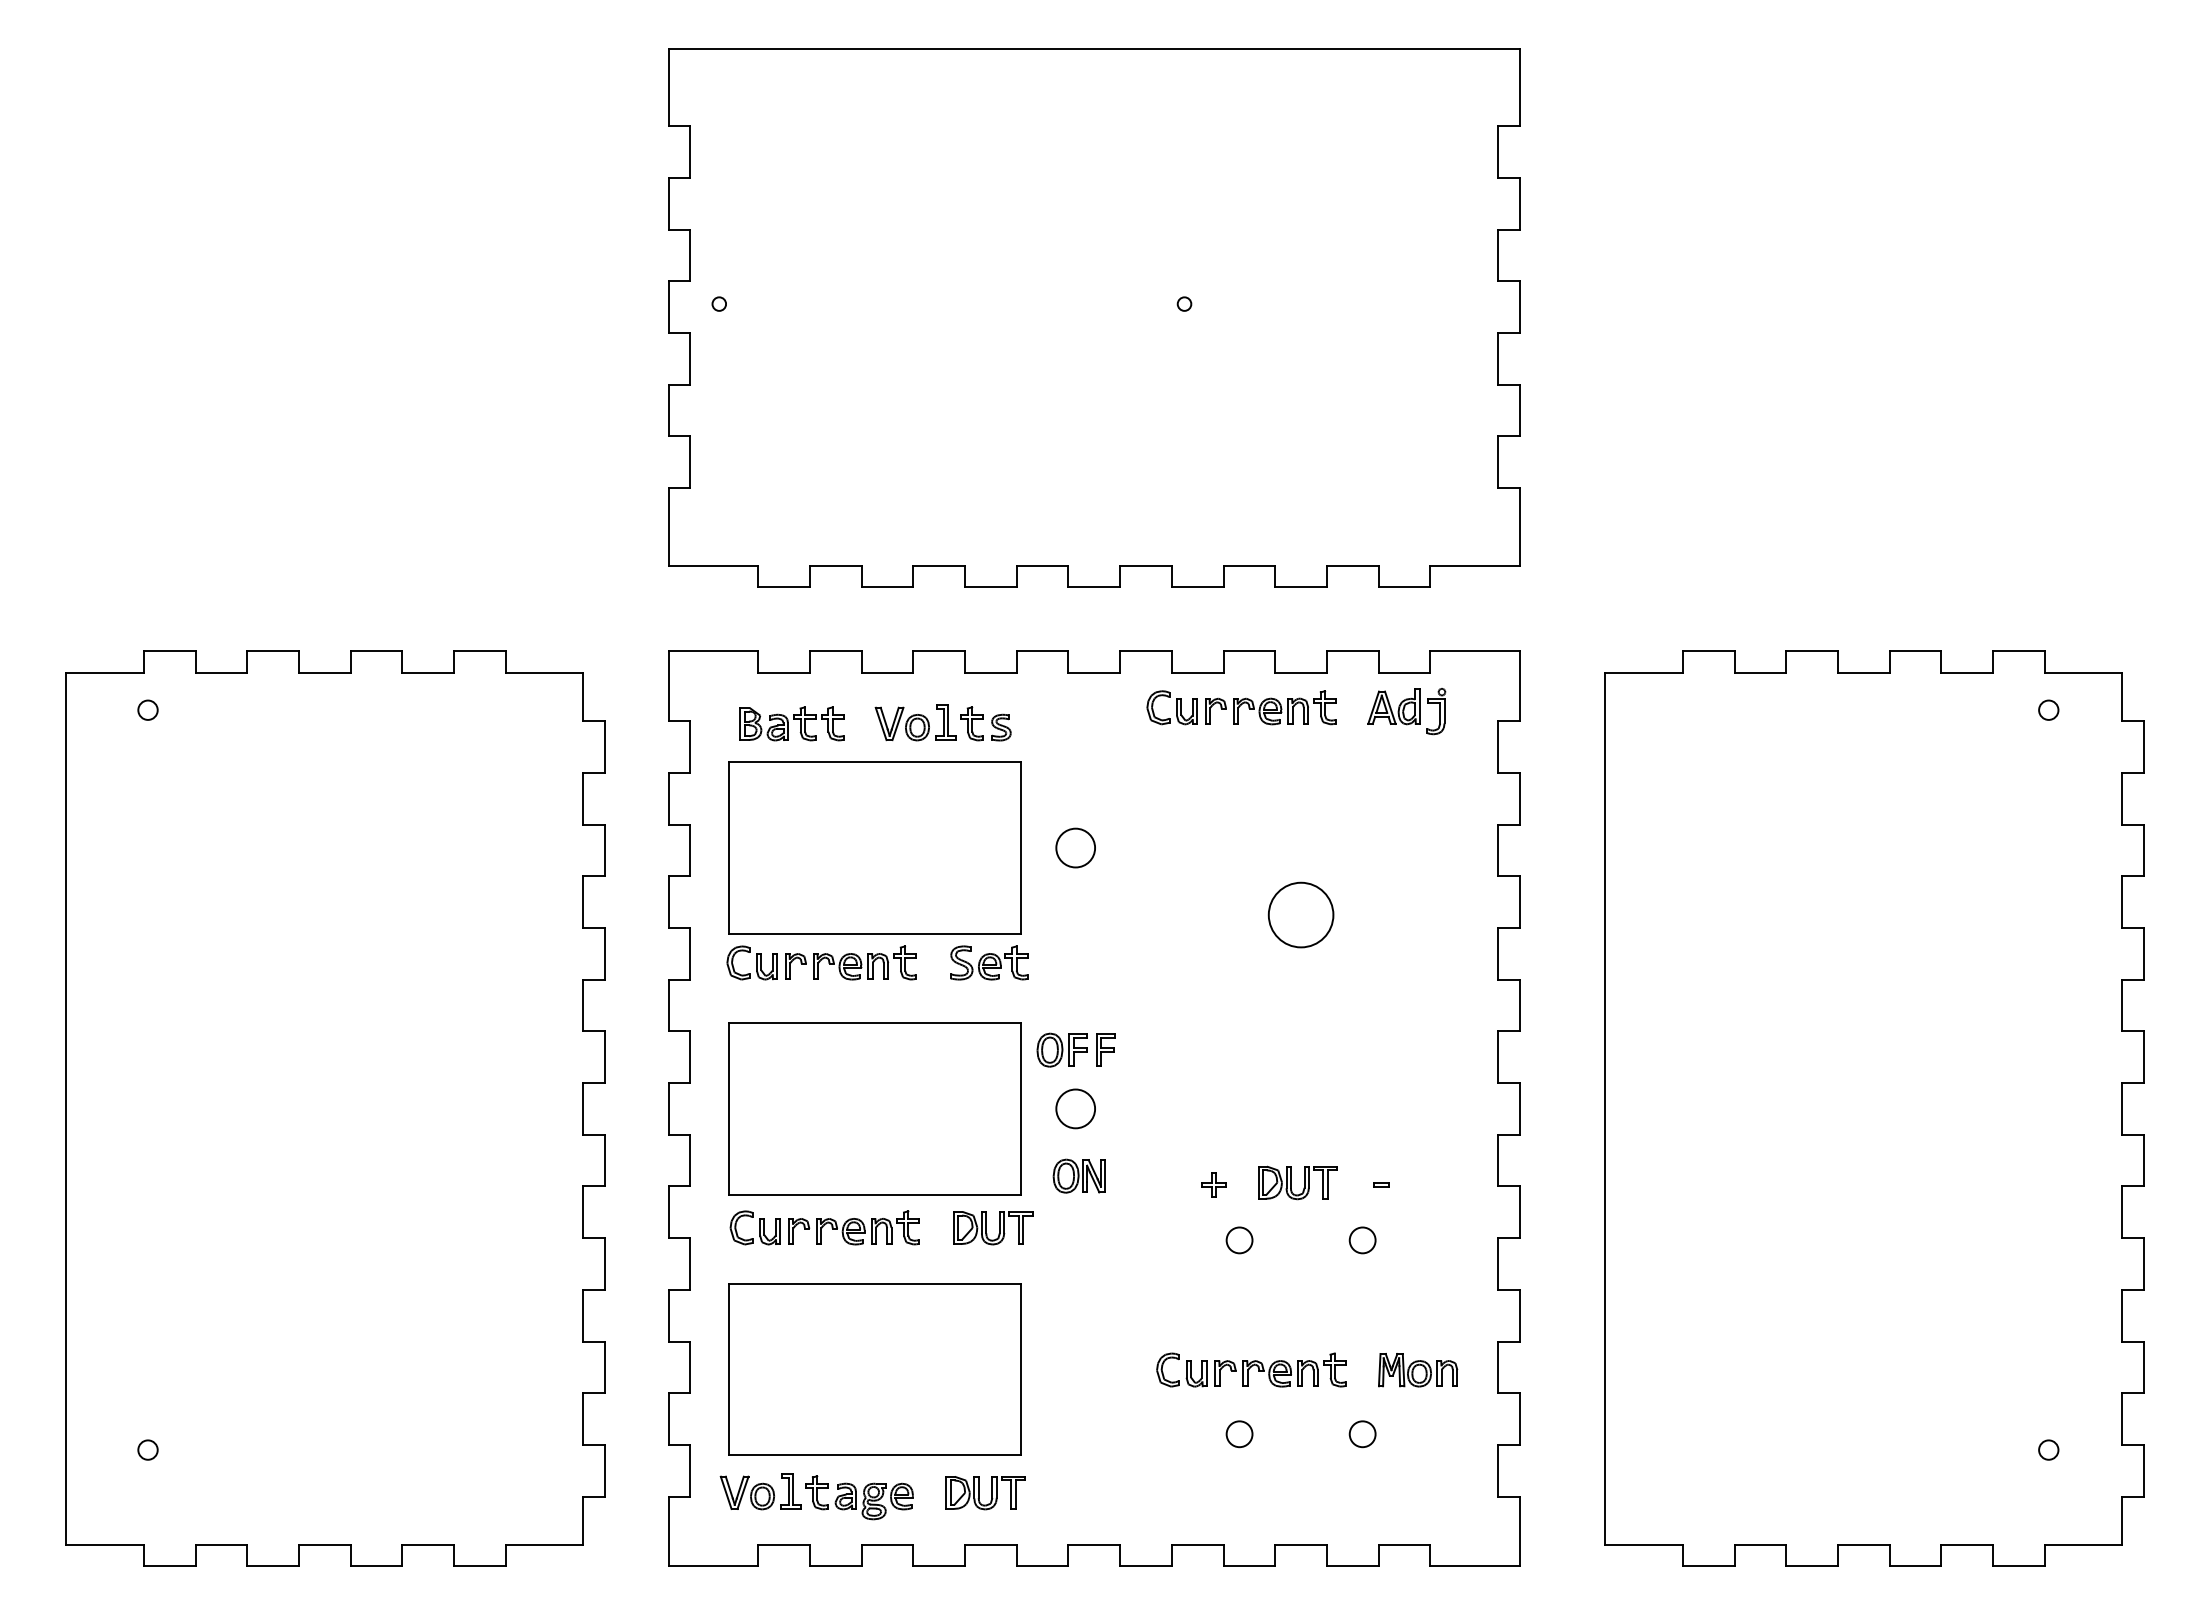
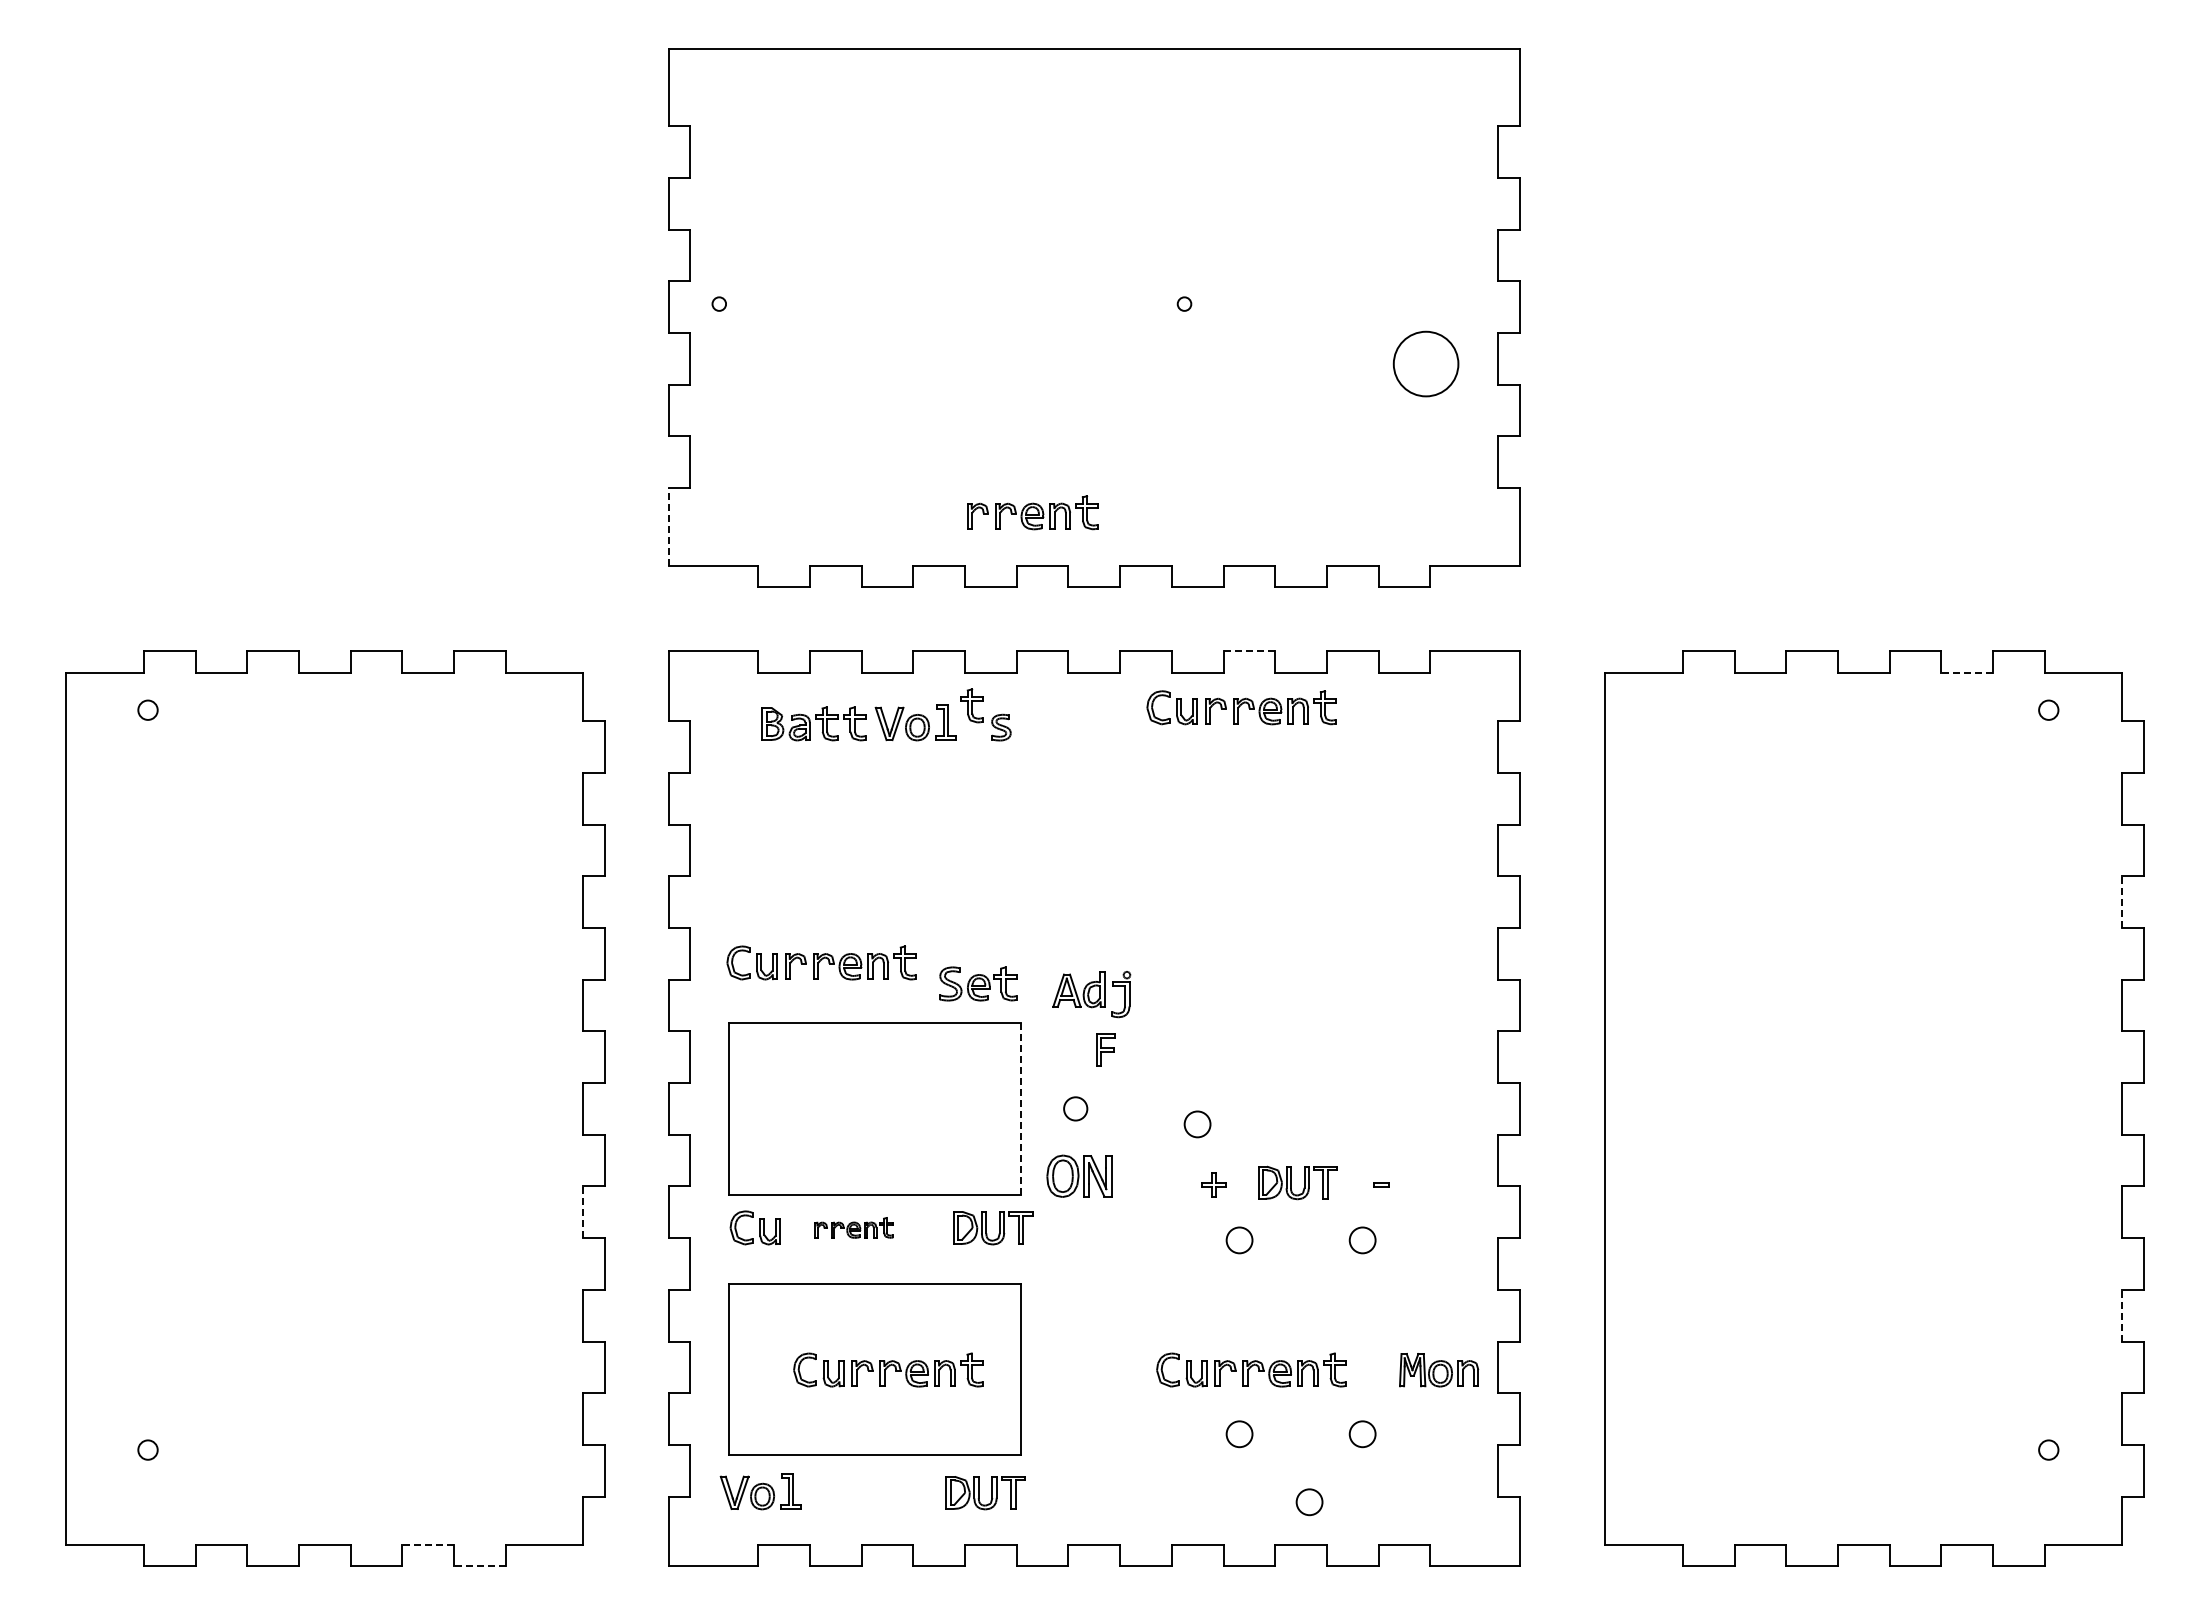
part at (1032, 512): none -> present
line at (669, 526): solid -> dashed
line at (1249, 651): solid -> dashed
line at (1967, 672): solid -> dashed
part at (1406, 711) position: (1406, 711) -> (1091, 994)
part at (791, 723) position: (791, 723) -> (813, 723)
part at (971, 723) position: (971, 723) -> (971, 705)
part at (874, 847): present -> none
circle at (1075, 847): present -> none
line at (2122, 902): solid -> dashed
circle at (1300, 914) position: (1300, 914) -> (1425, 363)
part at (989, 962) position: (989, 962) -> (978, 983)
part at (1061, 1049): present -> none
line at (1020, 1108): solid -> dashed
circle at (1075, 1108) diameter: 39 px -> 23 px
circle at (1197, 1124): none -> present
part at (1078, 1175) size: 54x36 px -> 67x44 px
line at (583, 1212): solid -> dashed
part at (853, 1227) size: 132x36 px -> 80x22 px
line at (2122, 1315): solid -> dashed
part at (888, 1369): none -> present
part at (1418, 1370) position: (1418, 1370) -> (1439, 1370)
part at (859, 1497): present -> none
circle at (1309, 1502): none -> present
line at (428, 1545): solid -> dashed
line at (479, 1566): solid -> dashed
